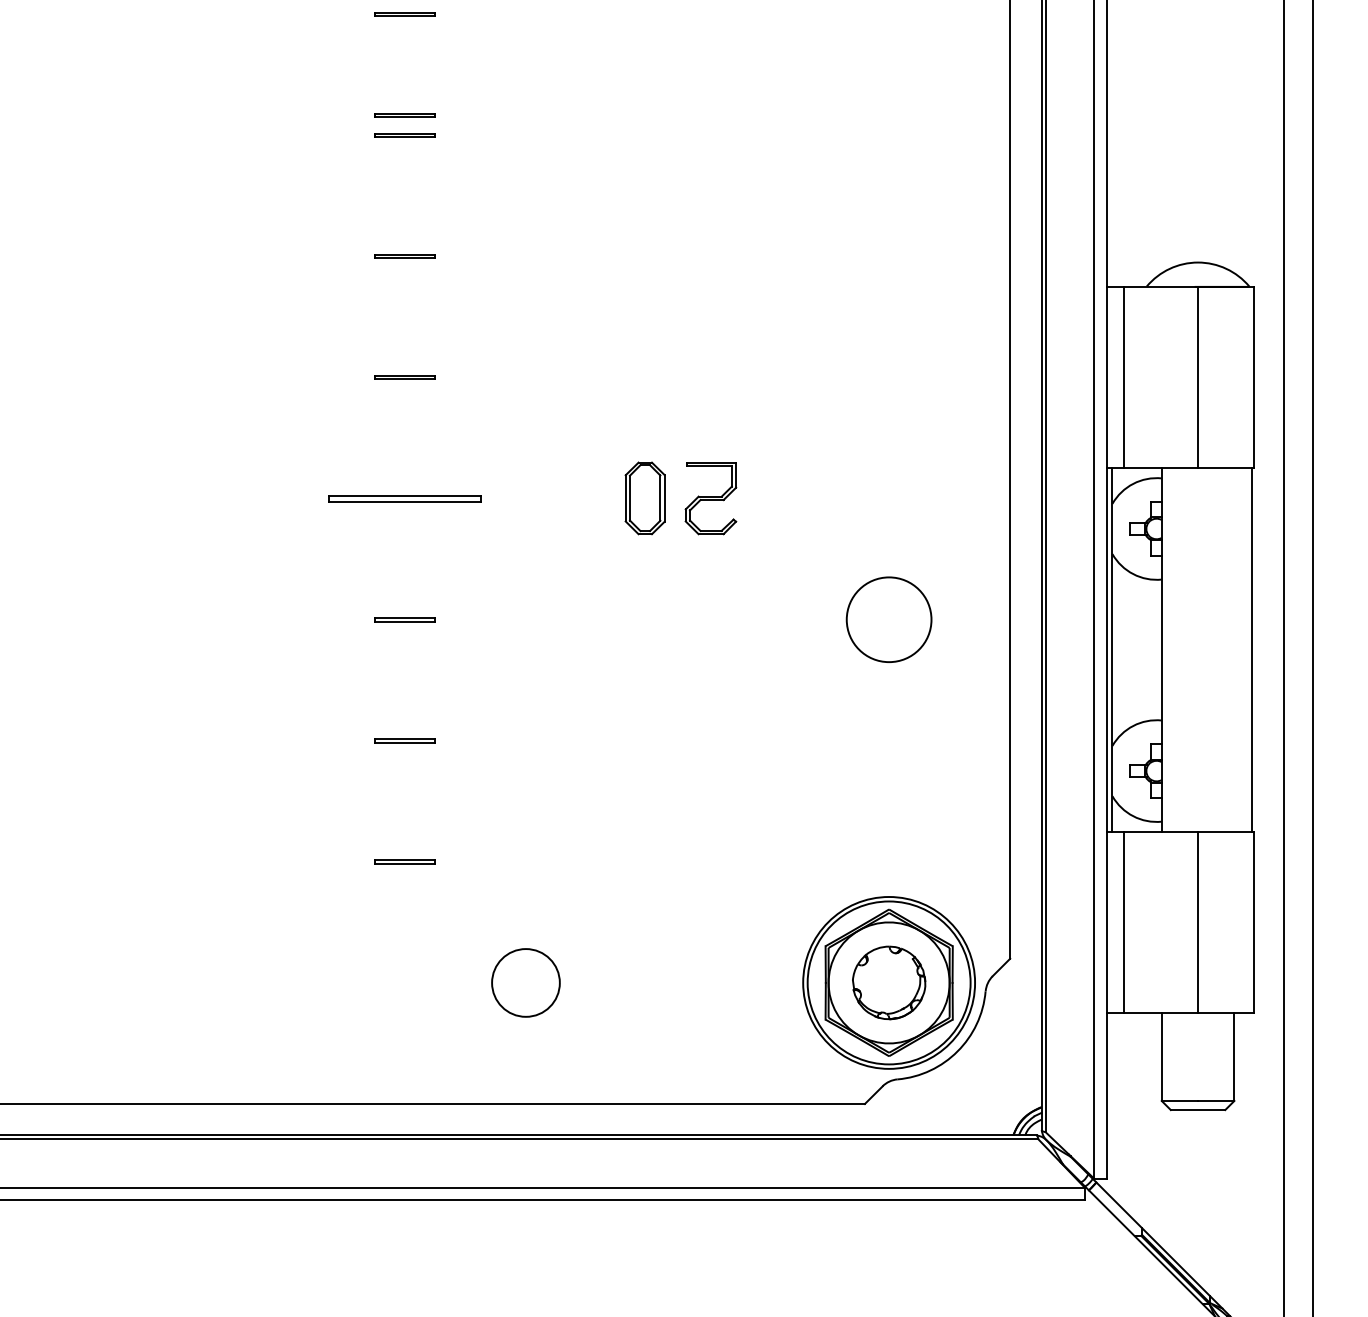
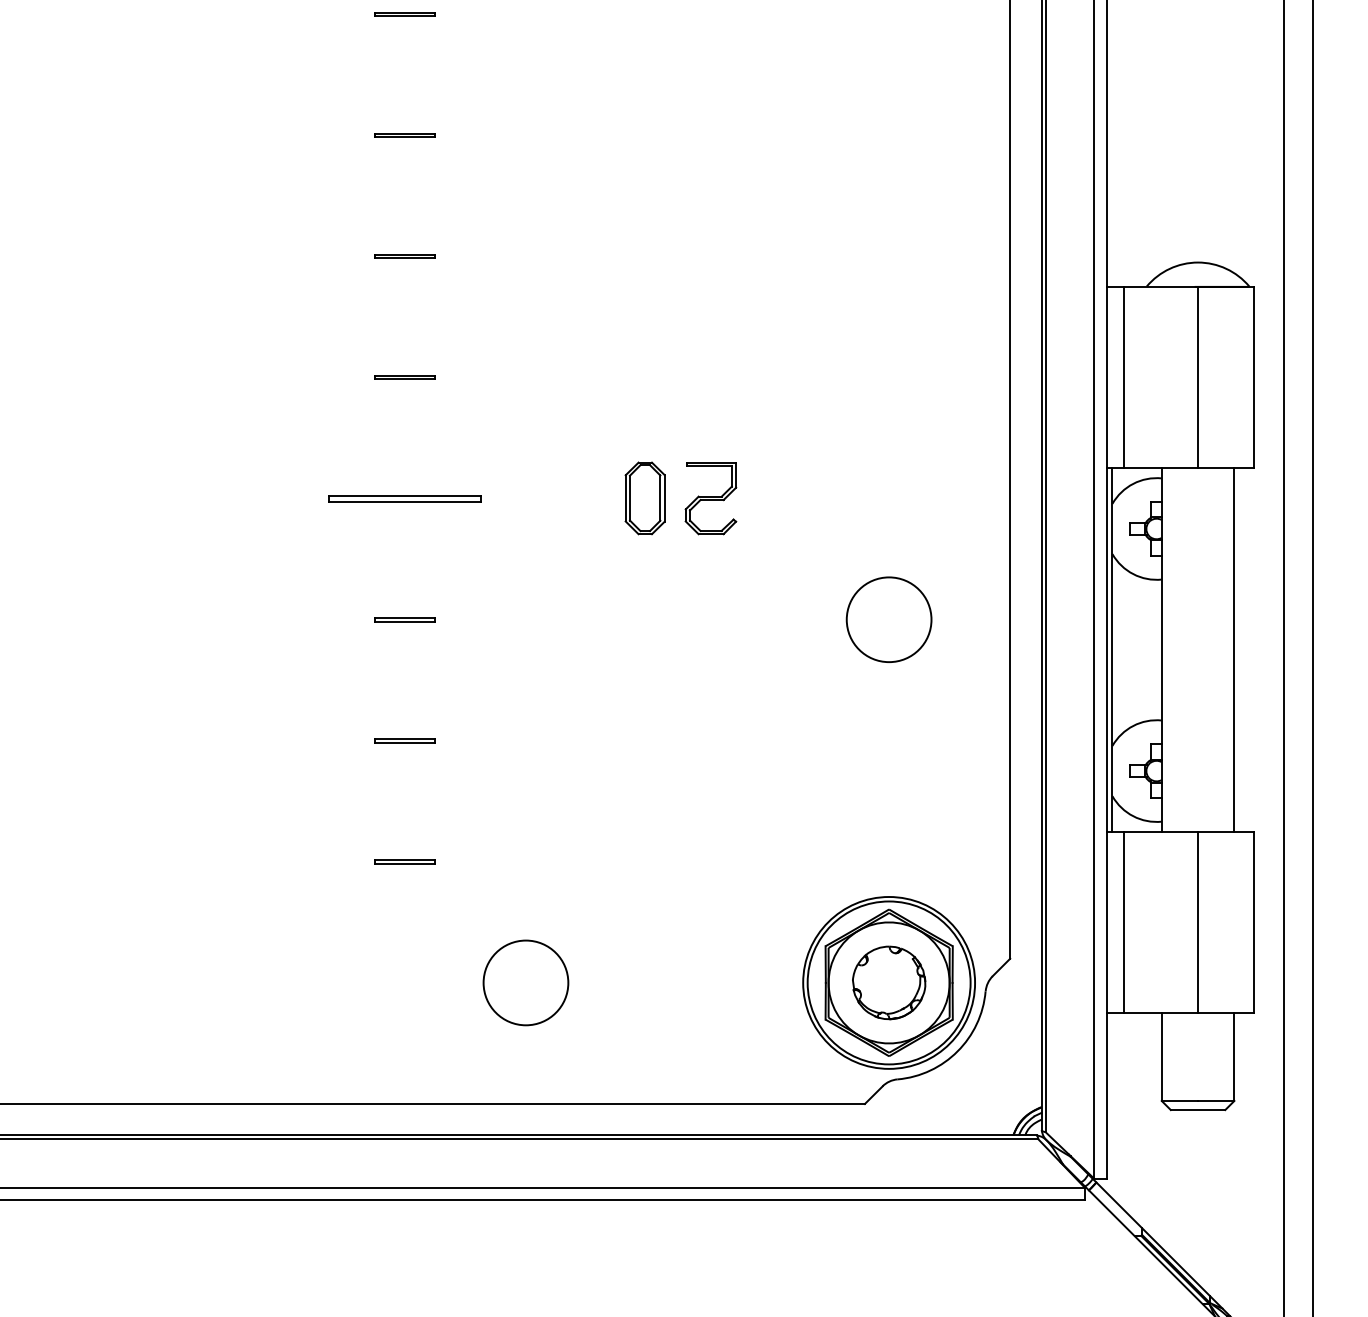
line at (404, 114): present -> none
line at (1252, 649) position: (1252, 649) -> (1234, 649)
circle at (525, 982) size: 70x70 px -> 88x88 px
